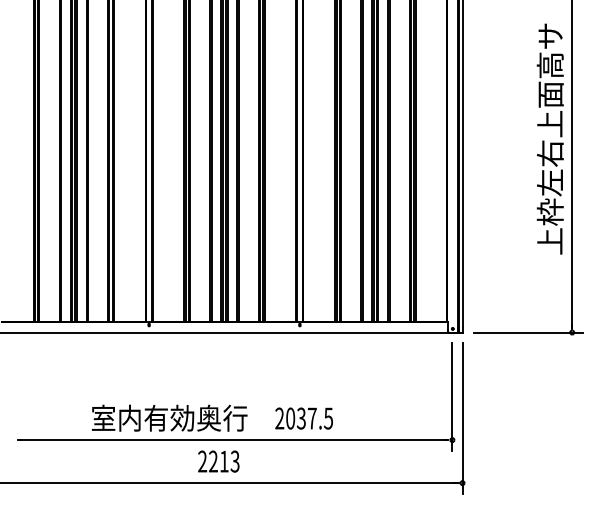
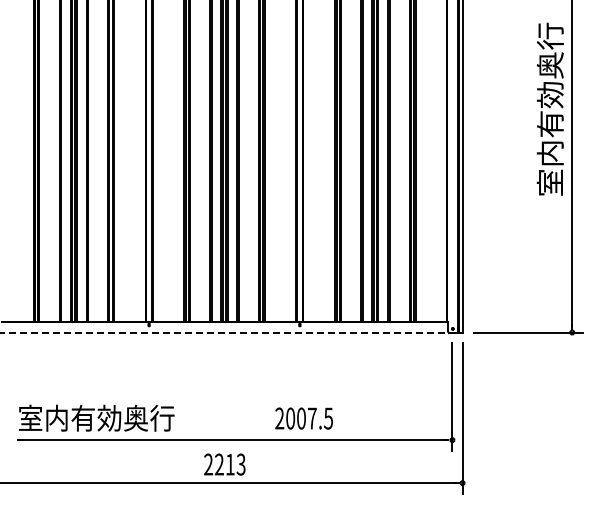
text at (549, 138): 上枠左右上面高サ -> 室内有効奥行
line at (231, 332): solid -> dashed
text at (169, 417) position: (169, 417) -> (96, 417)
text at (300, 418): 2037.5 -> 2007.5
text at (218, 461) position: (218, 461) -> (224, 464)
